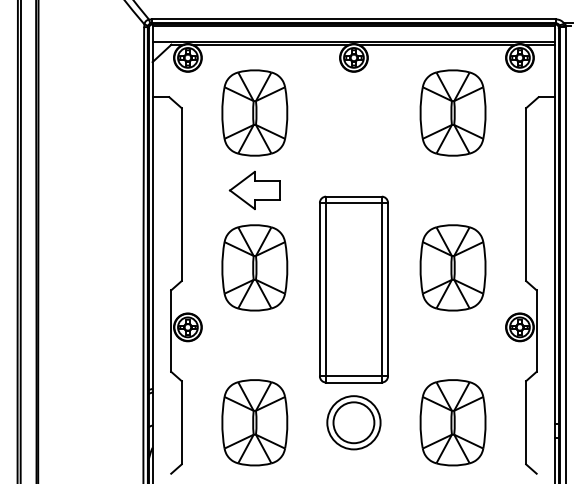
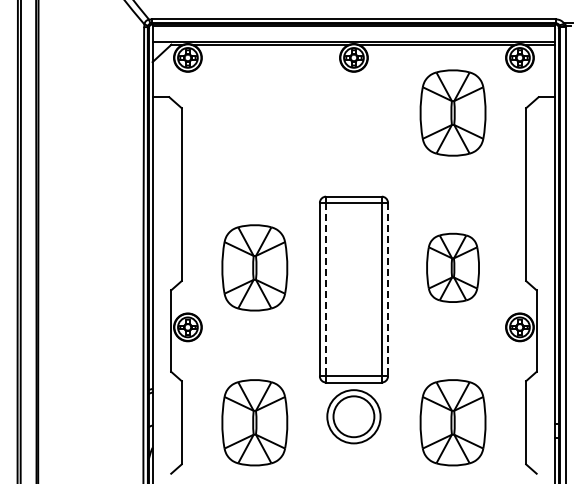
part at (254, 112): present -> none
part at (254, 190): present -> none
part at (452, 267) size: 68x88 px -> 54x71 px
line at (326, 289): solid -> dashed
line at (388, 289): solid -> dashed
part at (353, 422) position: (353, 422) -> (353, 416)
